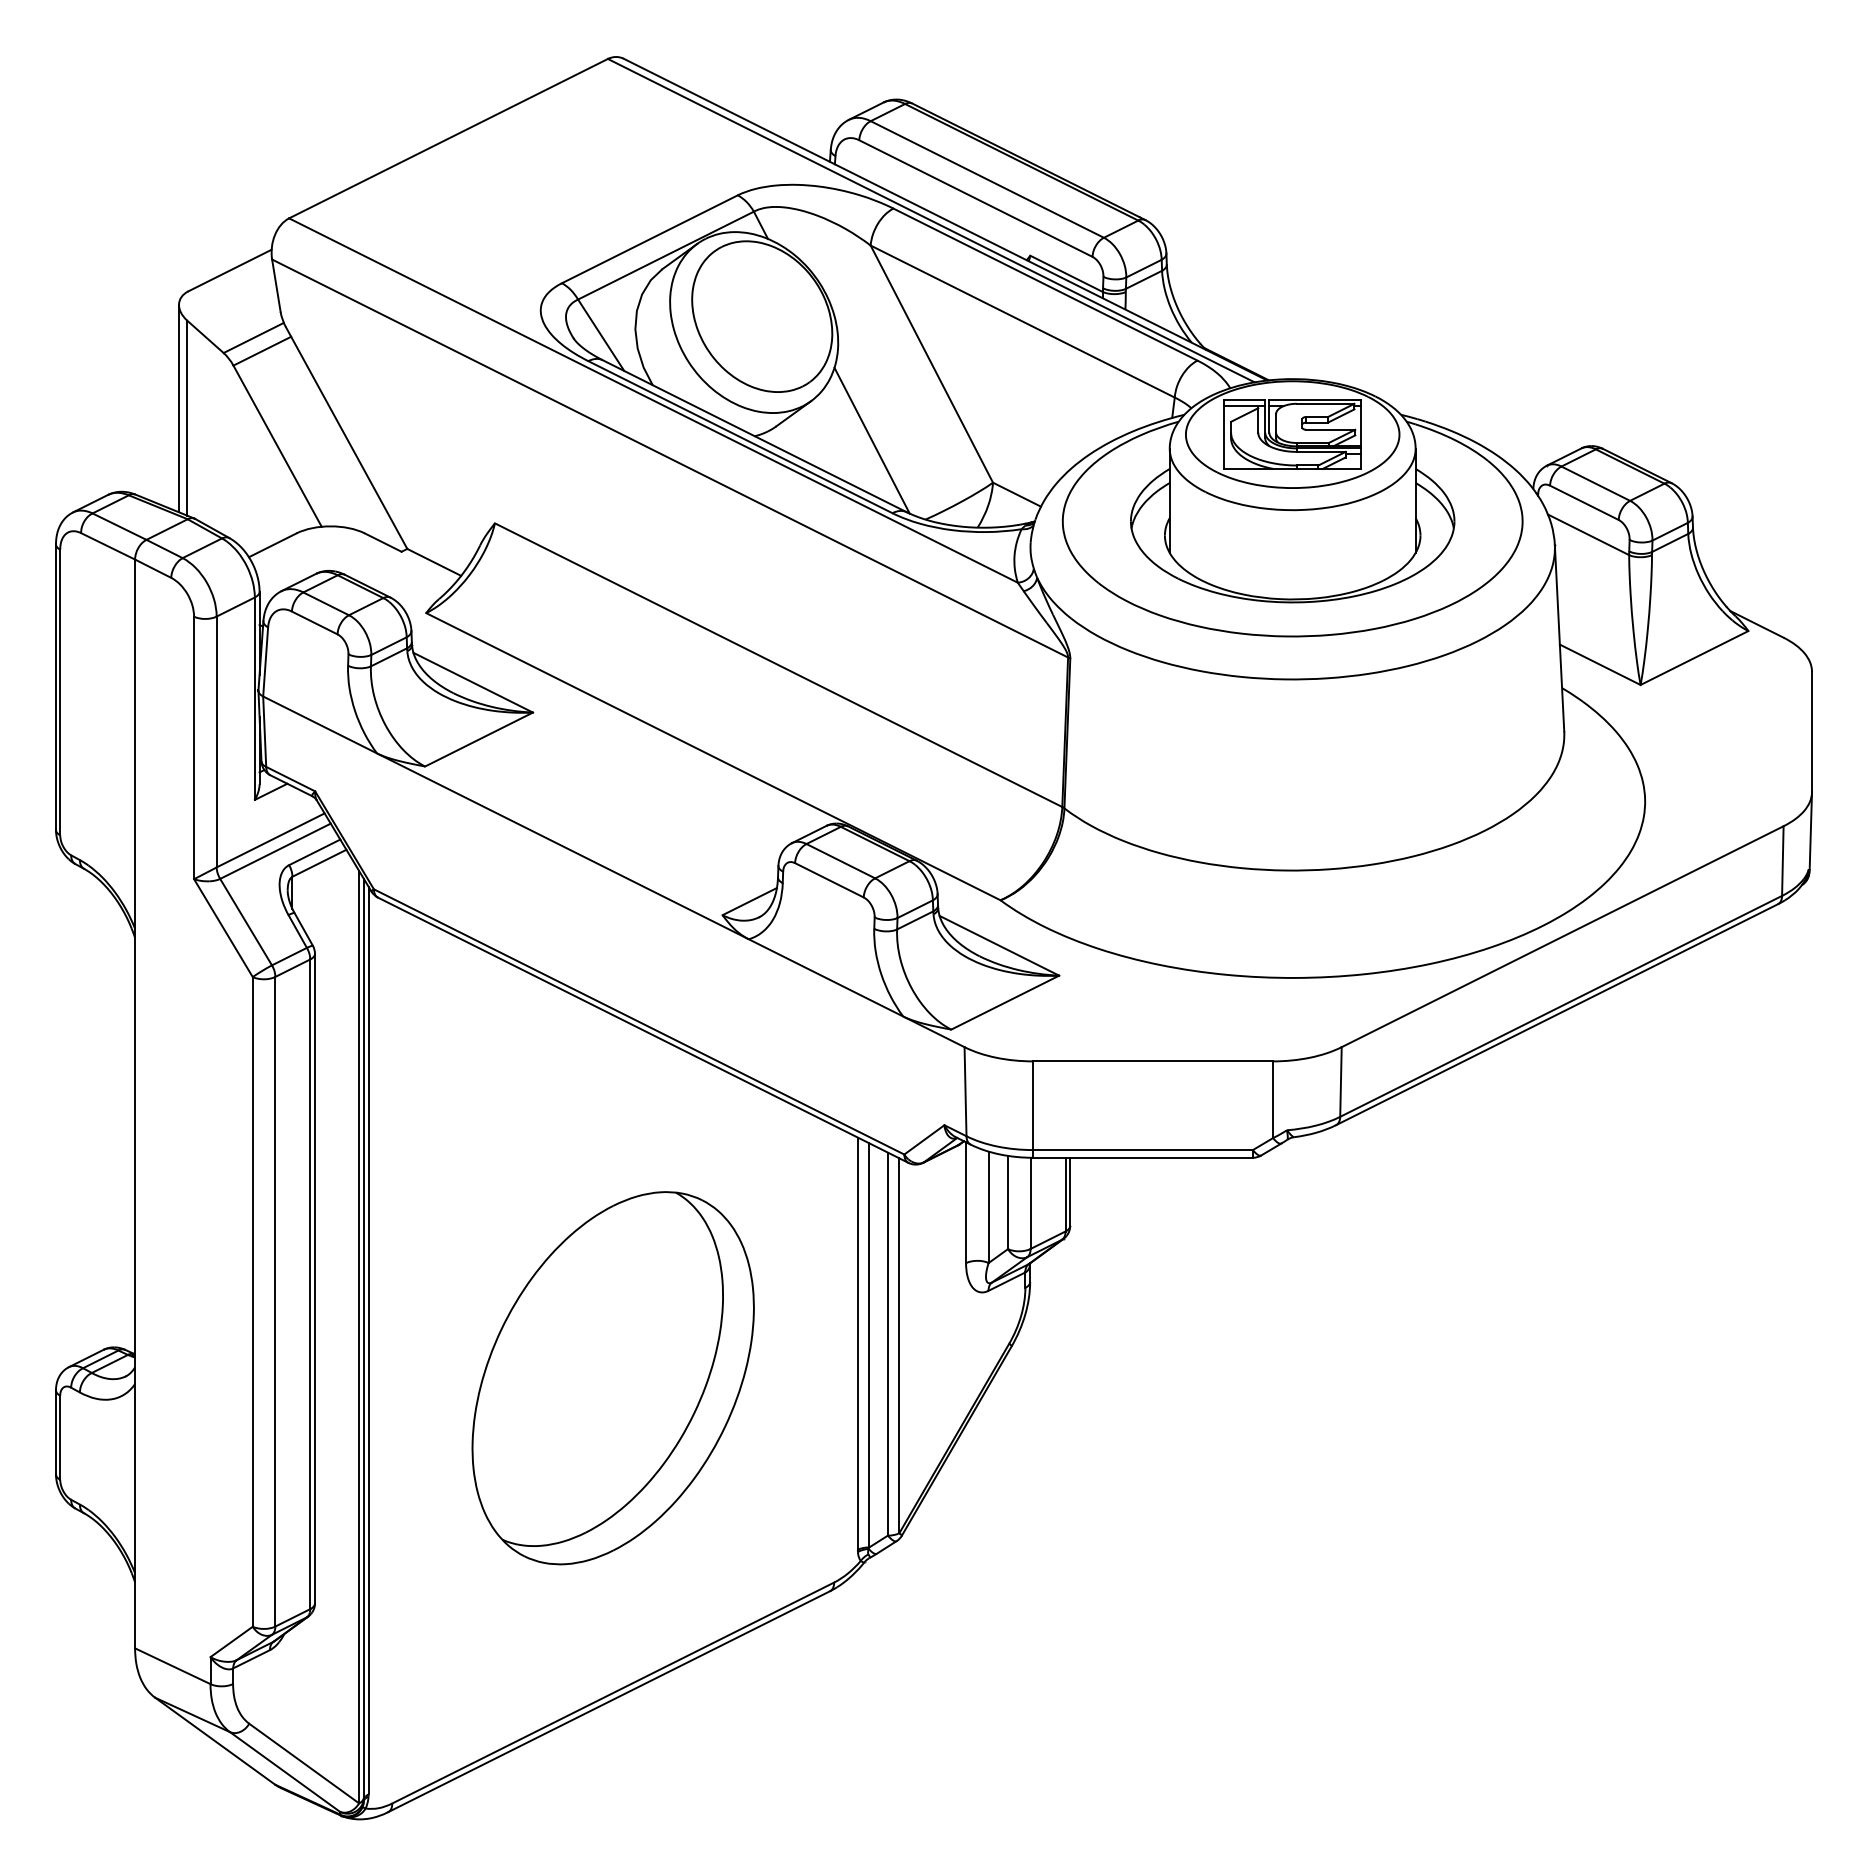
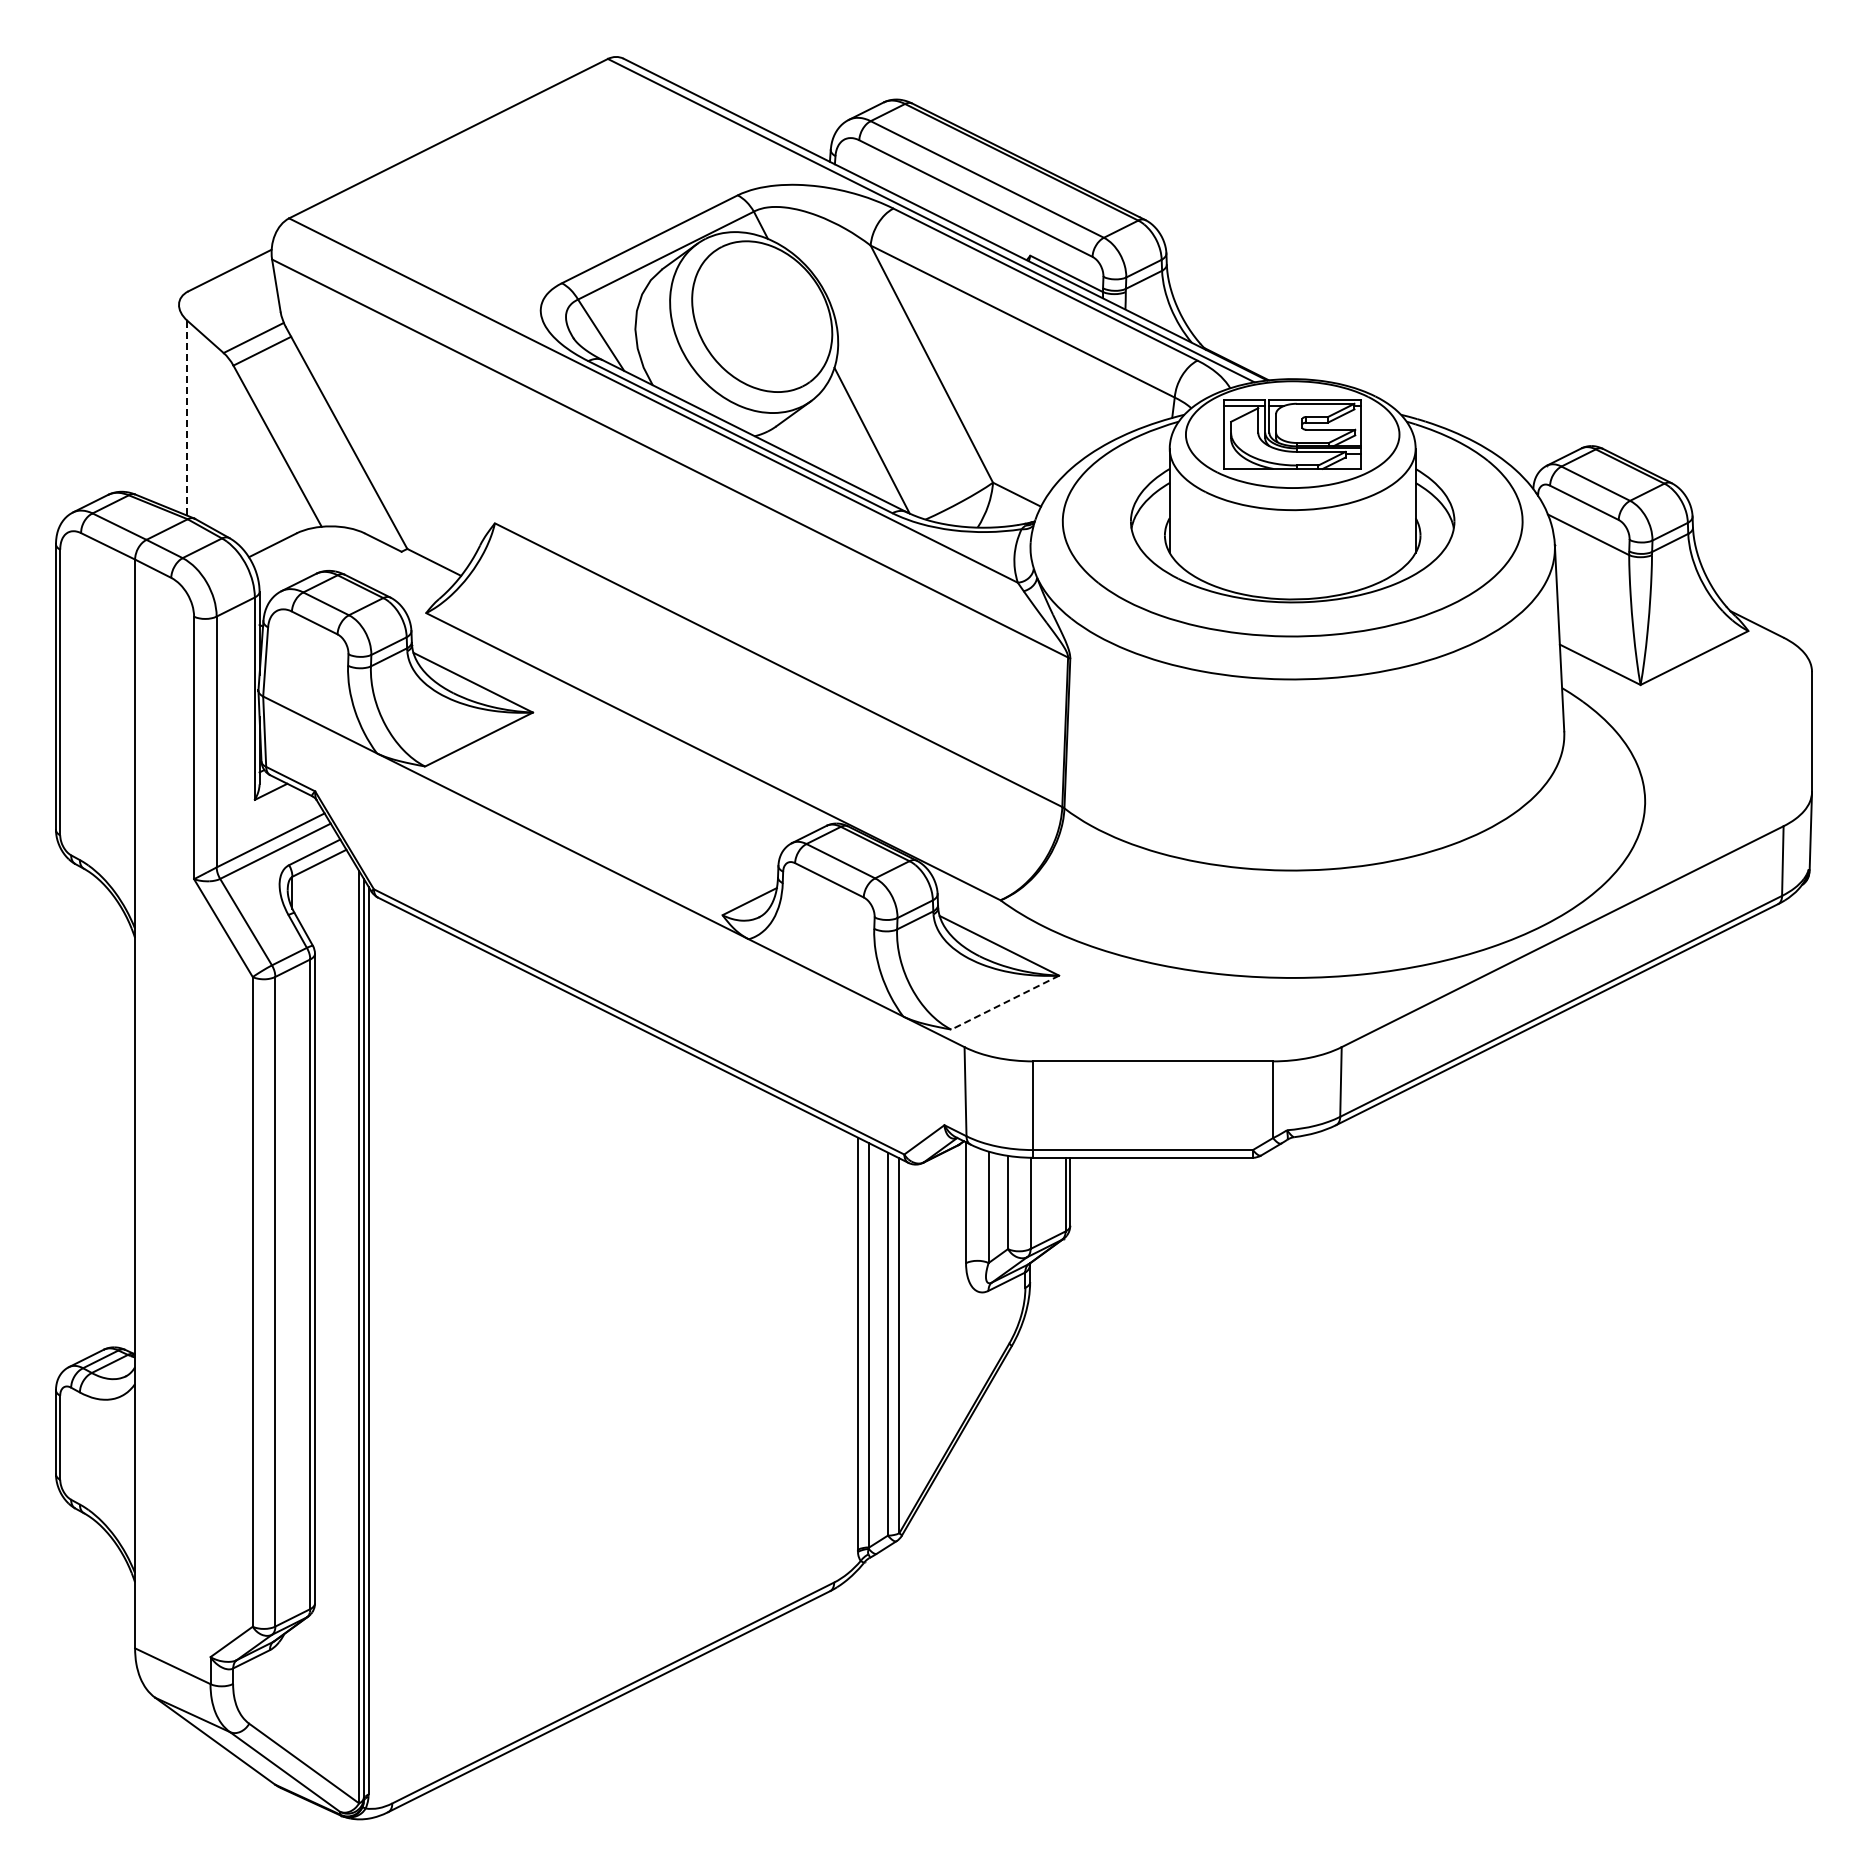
line at (178, 408): present -> none
line at (187, 418): solid -> dashed
line at (1004, 1002): solid -> dashed
part at (612, 1378): present -> none
